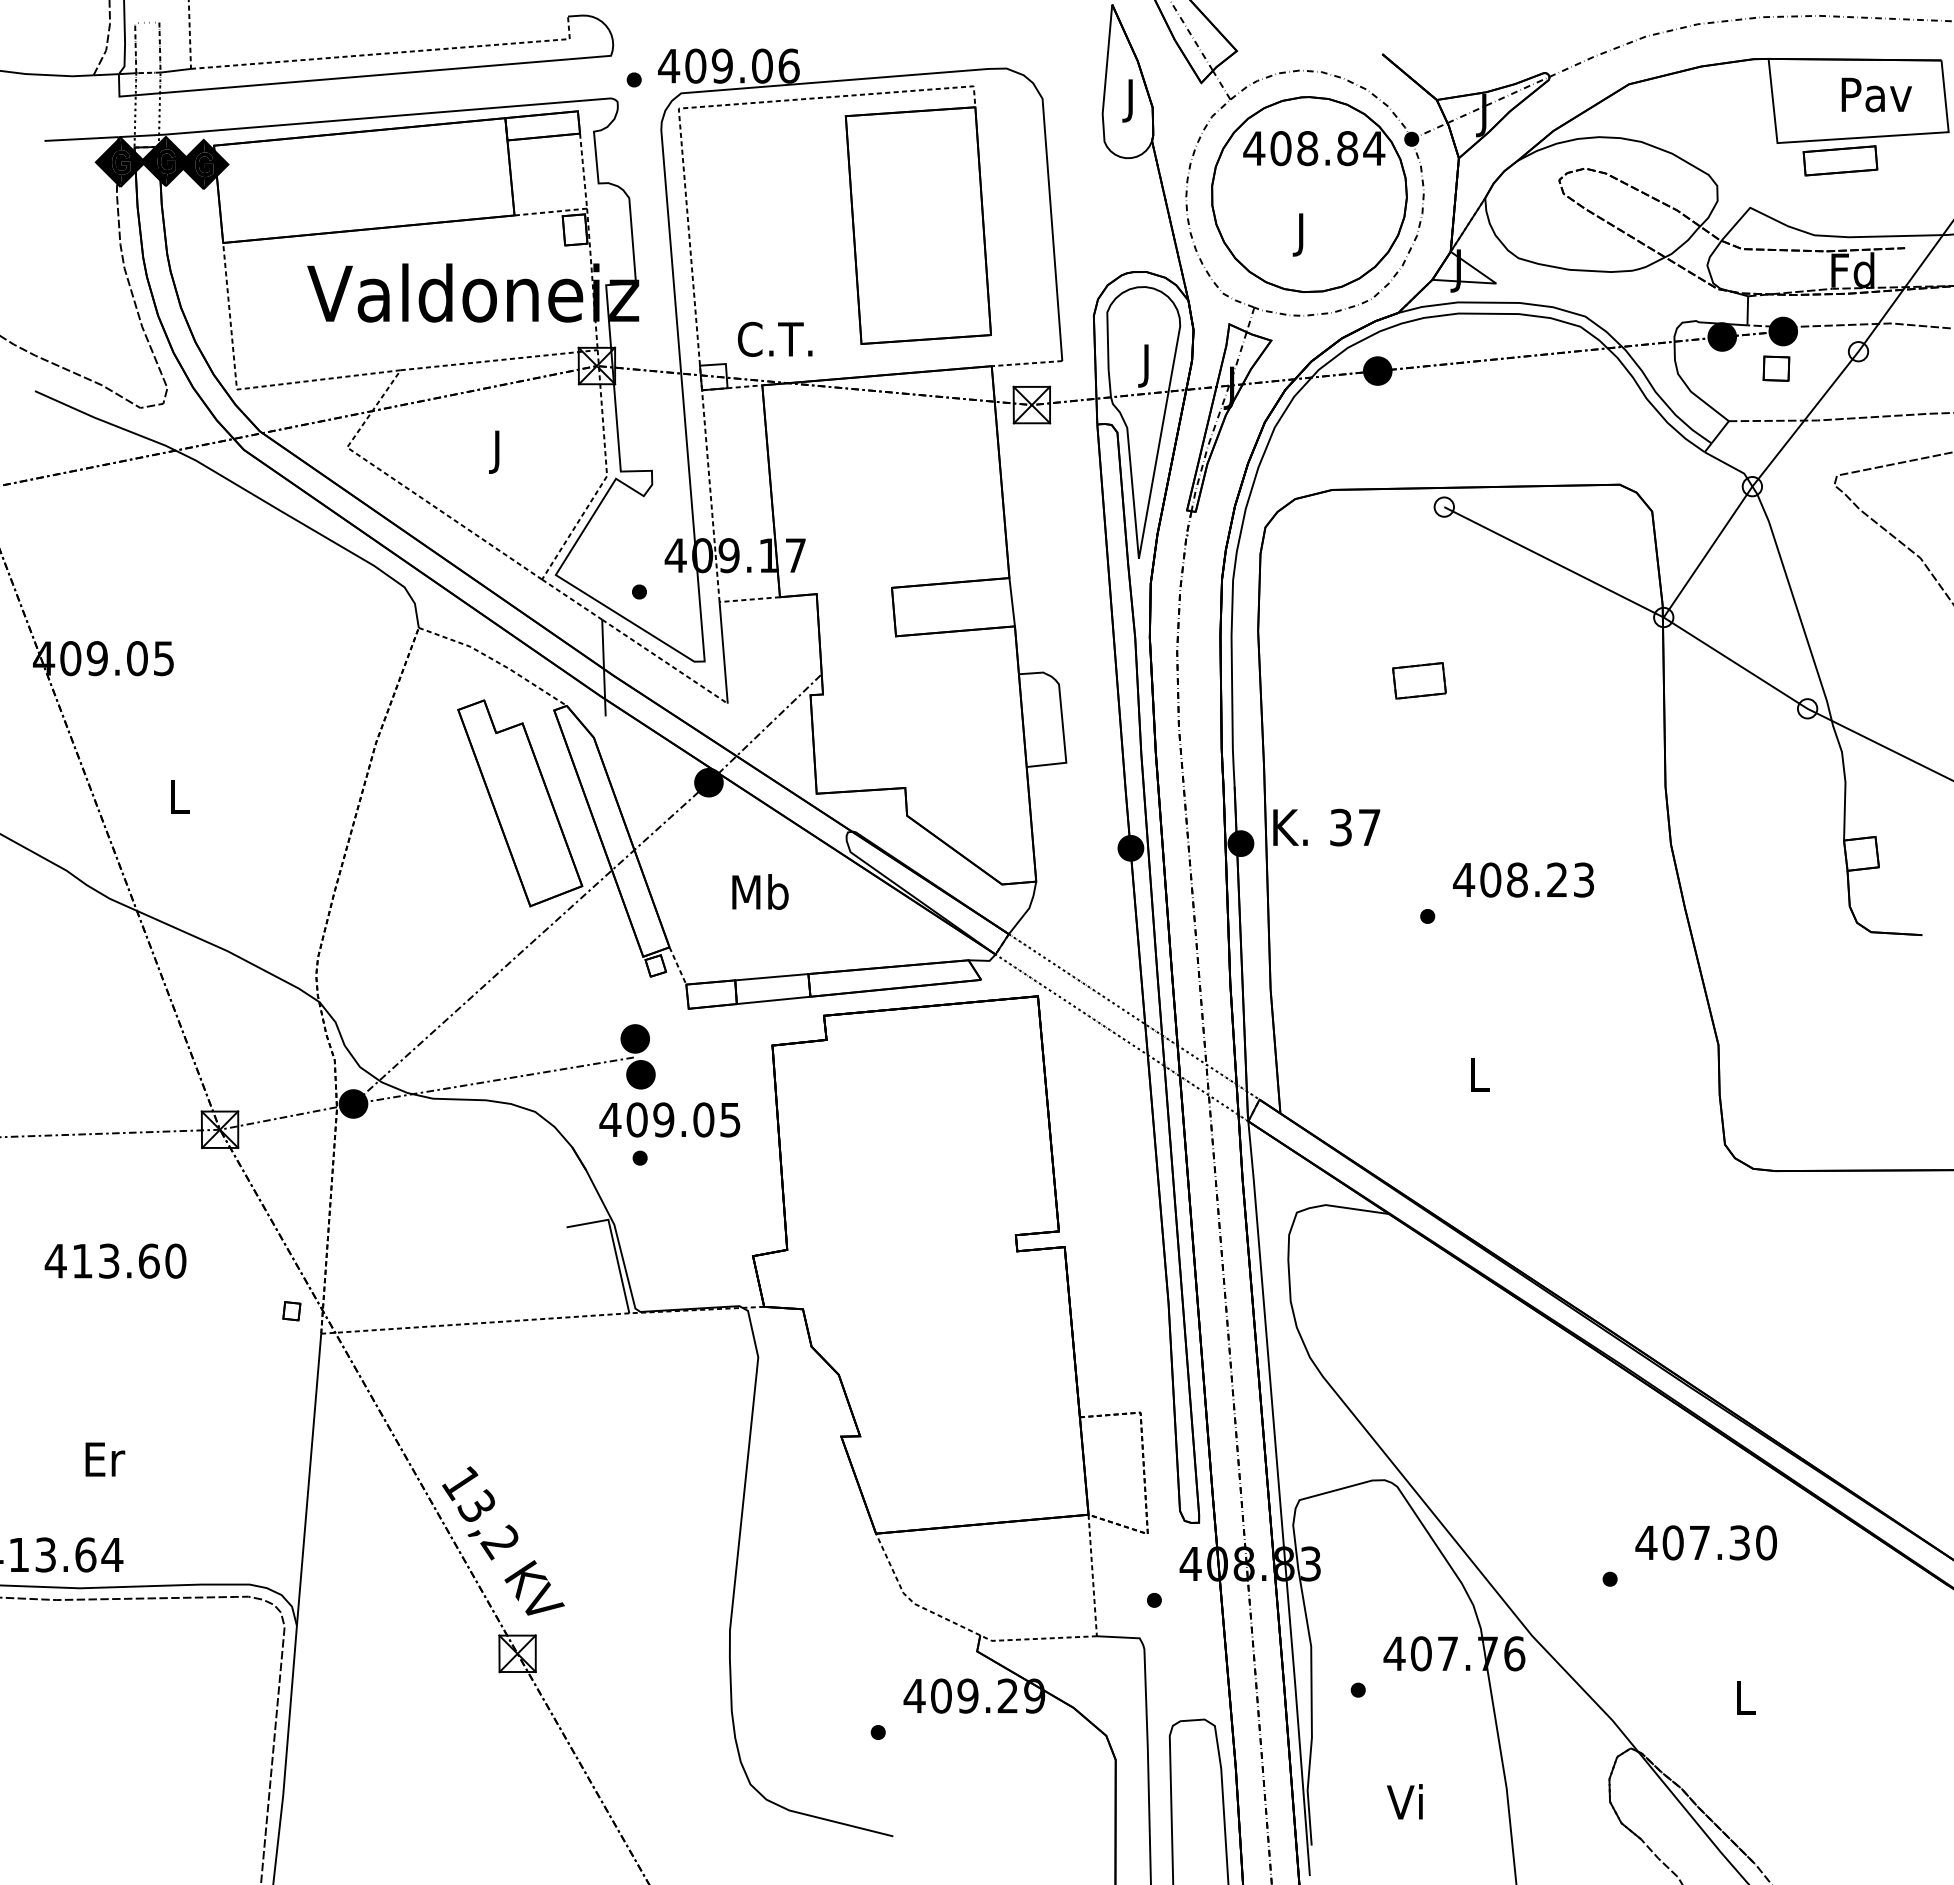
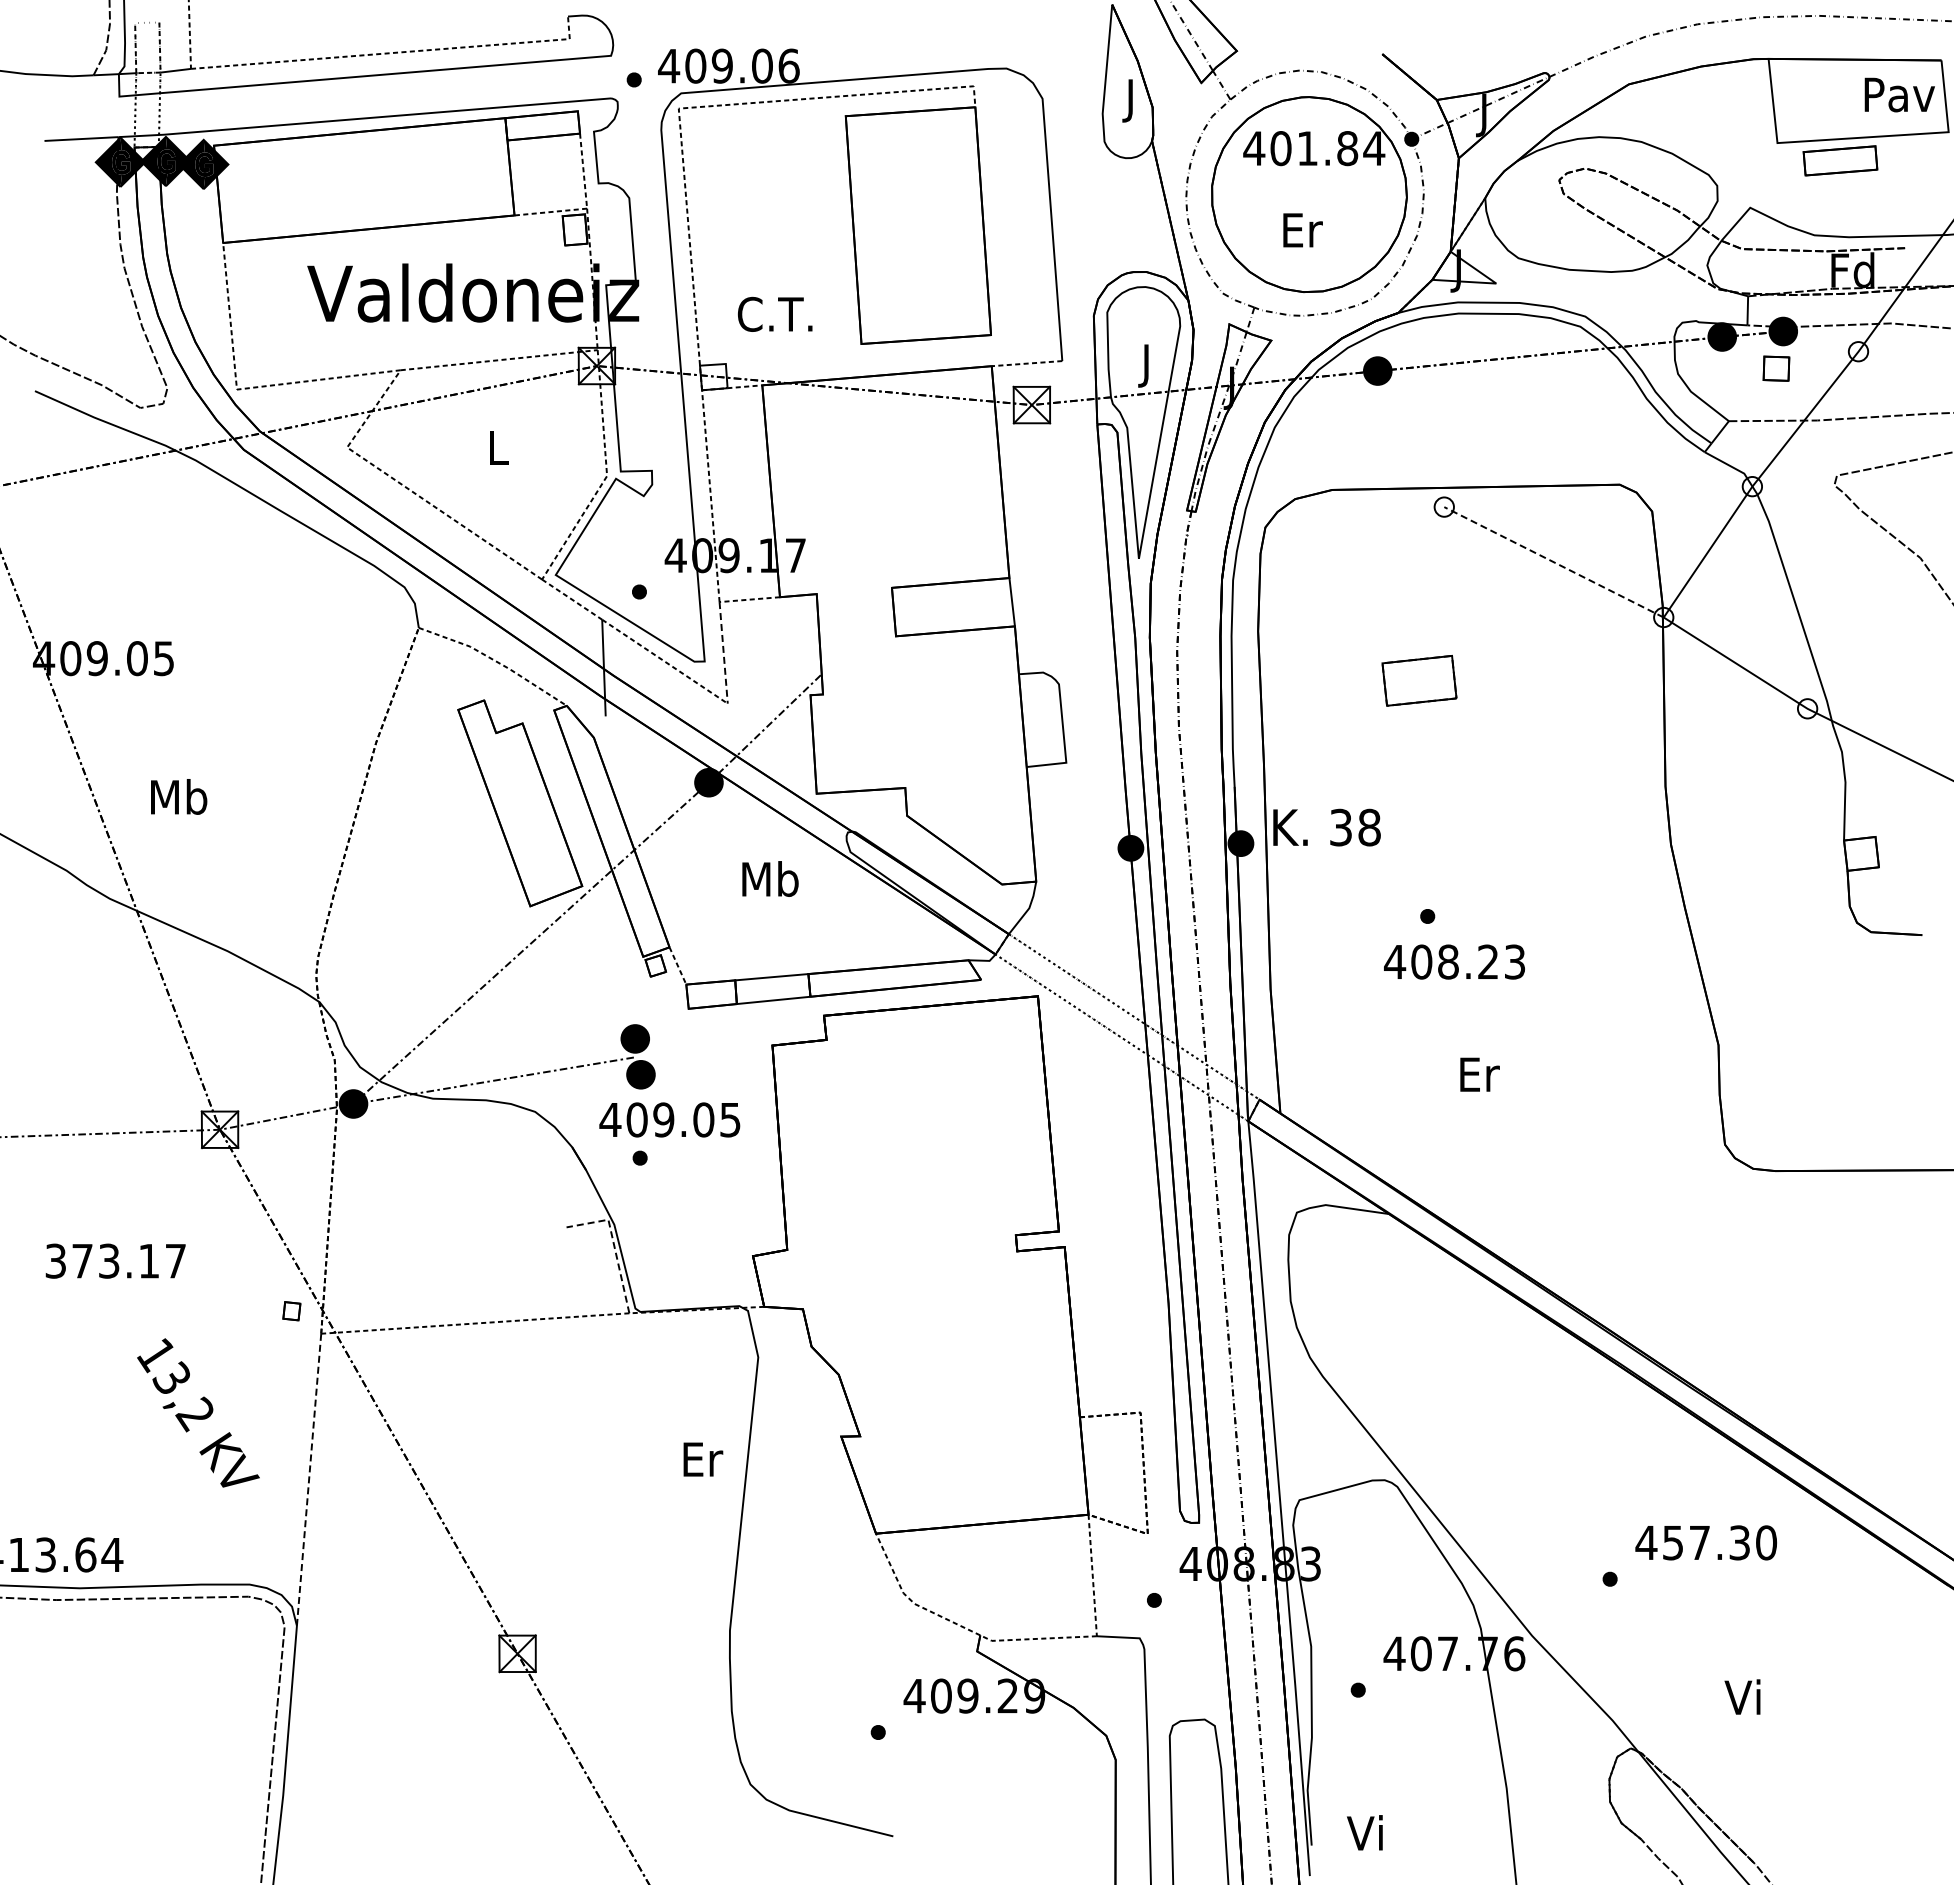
text at (1876, 94) position: (1876, 94) -> (1899, 94)
text at (1307, 148): 408.84 -> 401.84
text at (1302, 234): J -> Er
text at (775, 338) position: (775, 338) -> (775, 313)
text at (498, 451): J -> L
line at (1554, 562): solid -> dashed
line at (723, 652): solid -> dashed
part at (1419, 680) size: 55x38 px -> 77x52 px
text at (179, 796): L -> Mb
text at (1369, 827): 37 -> 38
text at (1523, 879) position: (1523, 879) -> (1454, 961)
text at (760, 891) position: (760, 891) -> (770, 878)
text at (1479, 1074): L -> Er
line at (614, 1245): solid -> dashed
text at (115, 1260): 413.60 -> 373.17
text at (105, 1459) position: (105, 1459) -> (703, 1459)
line at (309, 1479): solid -> dashed
text at (503, 1540) position: (503, 1540) -> (198, 1412)
text at (1672, 1542): 407.30 -> 457.30
text at (1742, 1696): L -> Vi
text at (1404, 1801) position: (1404, 1801) -> (1364, 1832)
